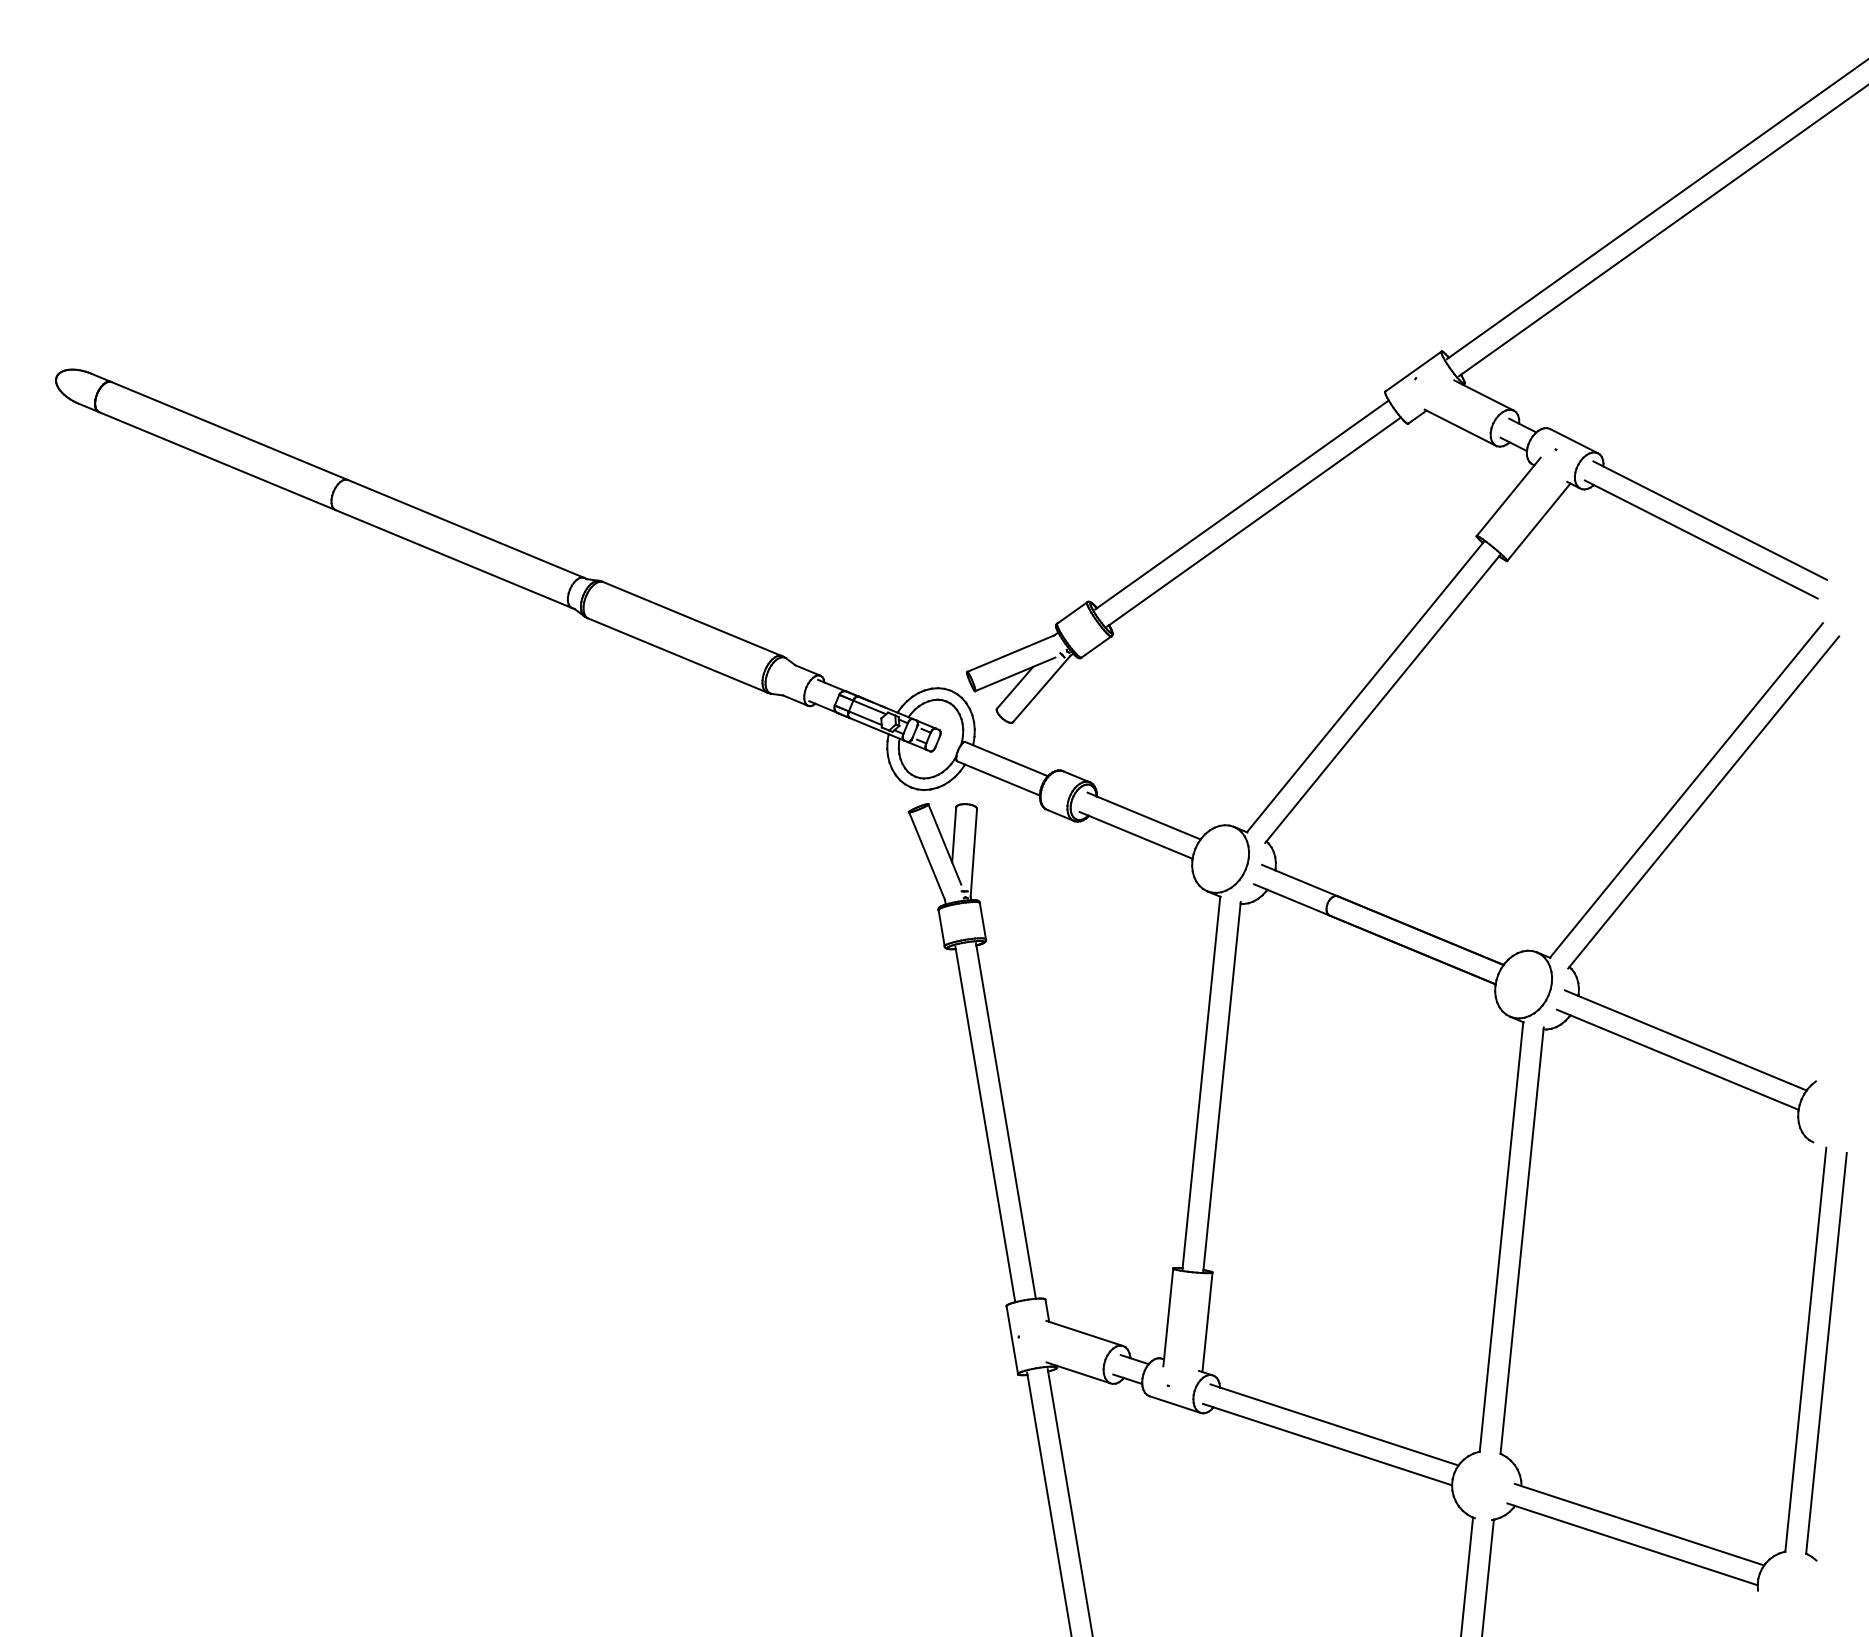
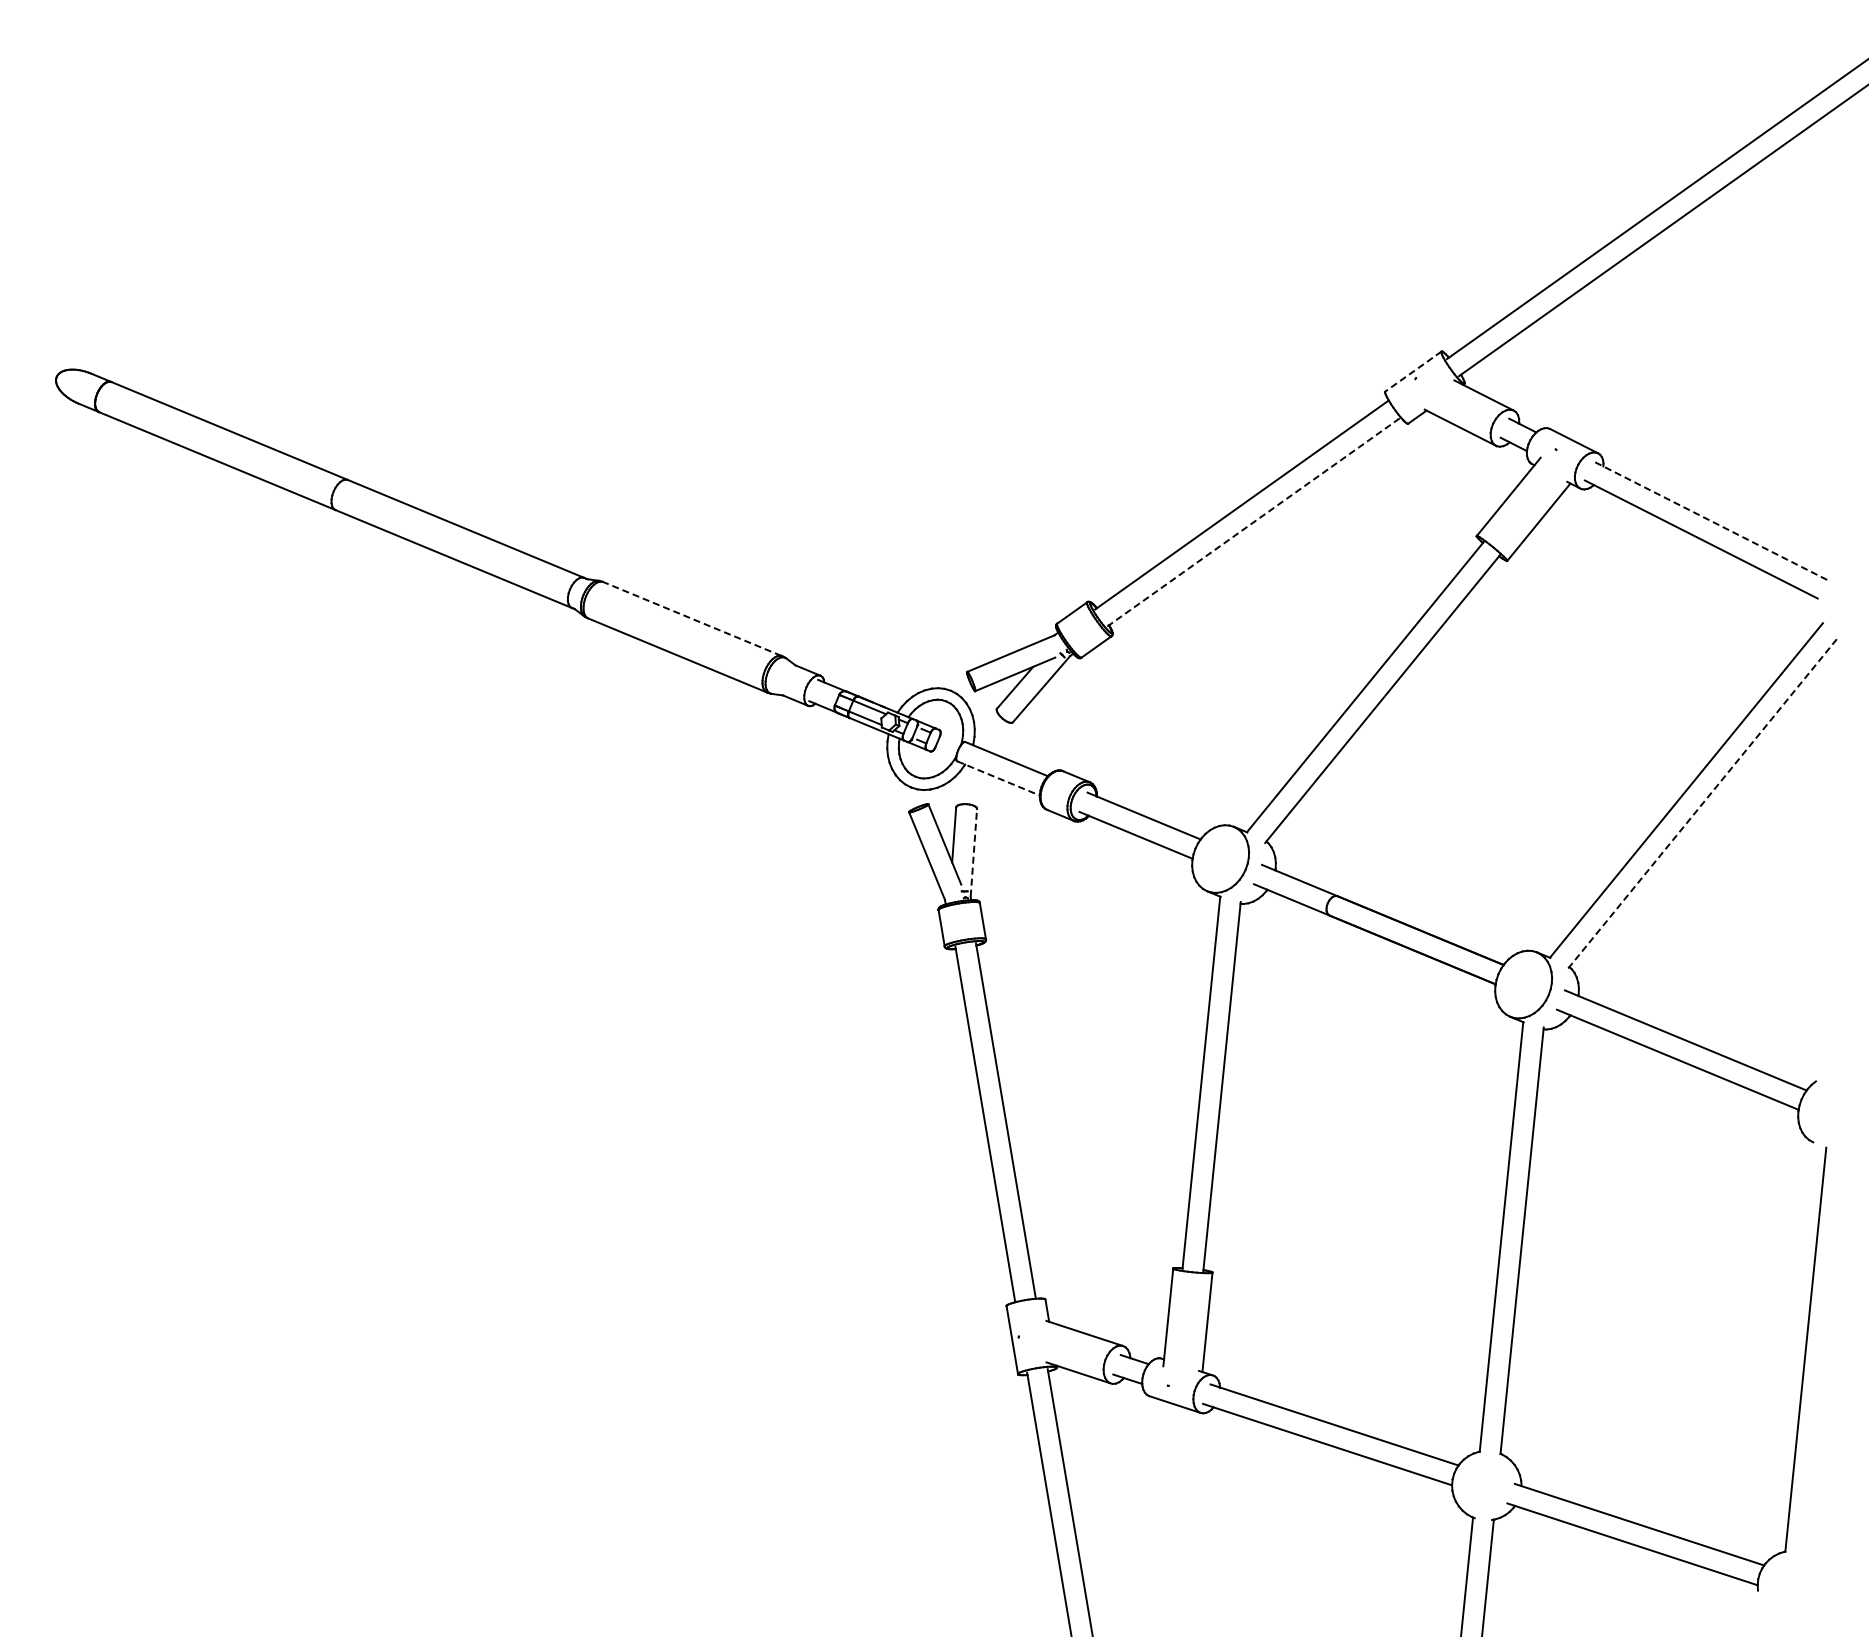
line at (1413, 371): solid -> dashed
line at (1710, 520): solid -> dashed
line at (1254, 521): solid -> dashed
line at (691, 618): solid -> dashed
line at (998, 778): solid -> dashed
line at (1703, 802): solid -> dashed
line at (973, 852): solid -> dashed
part at (1826, 1356): present -> none
